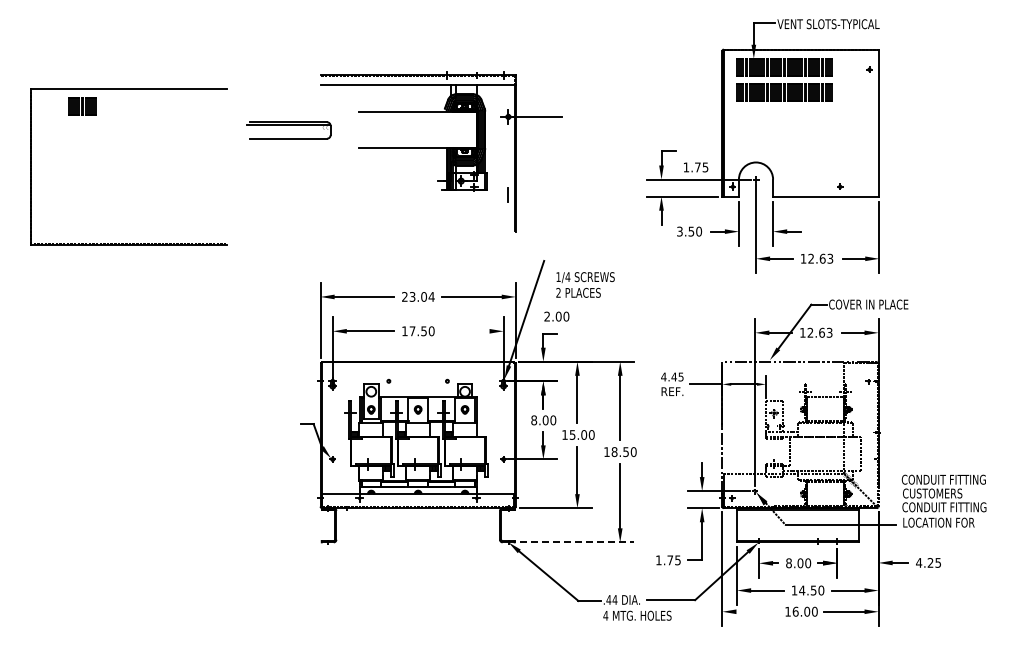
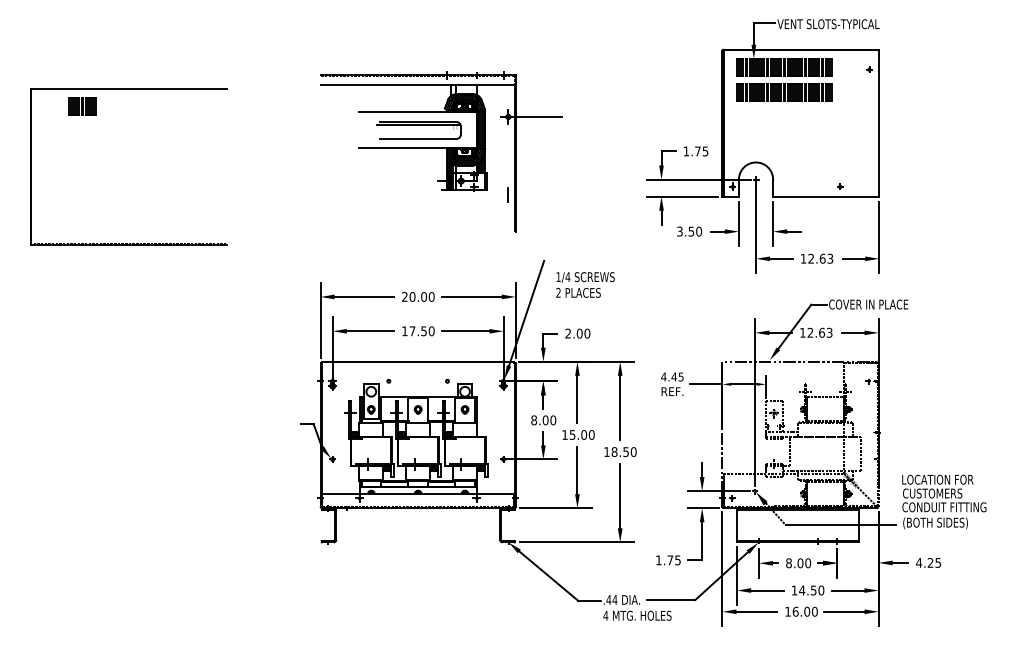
part at (288, 130) position: (288, 130) -> (418, 130)
text at (696, 167) position: (696, 167) -> (696, 151)
text at (421, 296): 23.04 -> 20.00
text at (556, 316) position: (556, 316) -> (577, 333)
line at (465, 331): none -> present
text at (943, 479): CONDUIT FITTING -> LOCATION FOR
text at (938, 523): LOCATION FOR -> (BOTH SIDES)
line at (577, 542): dashed -> solid
line at (756, 611): none -> present
